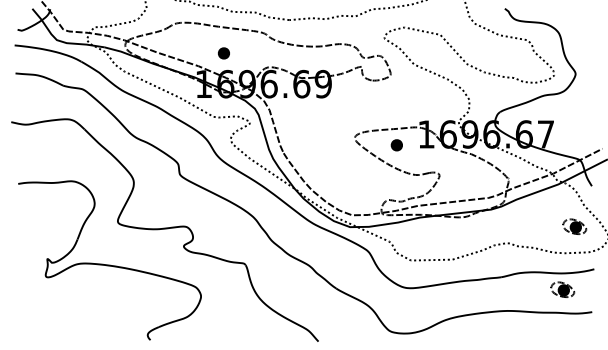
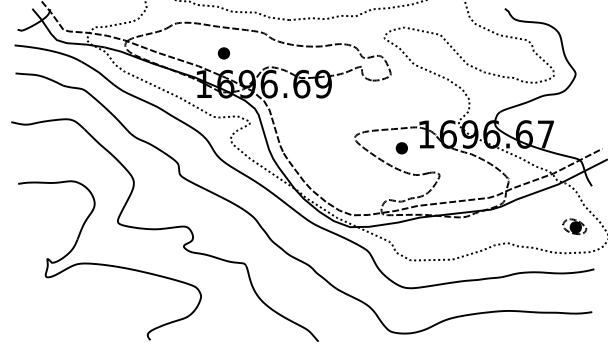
part at (396, 145) position: (396, 145) -> (401, 148)
part at (562, 289): present -> none
